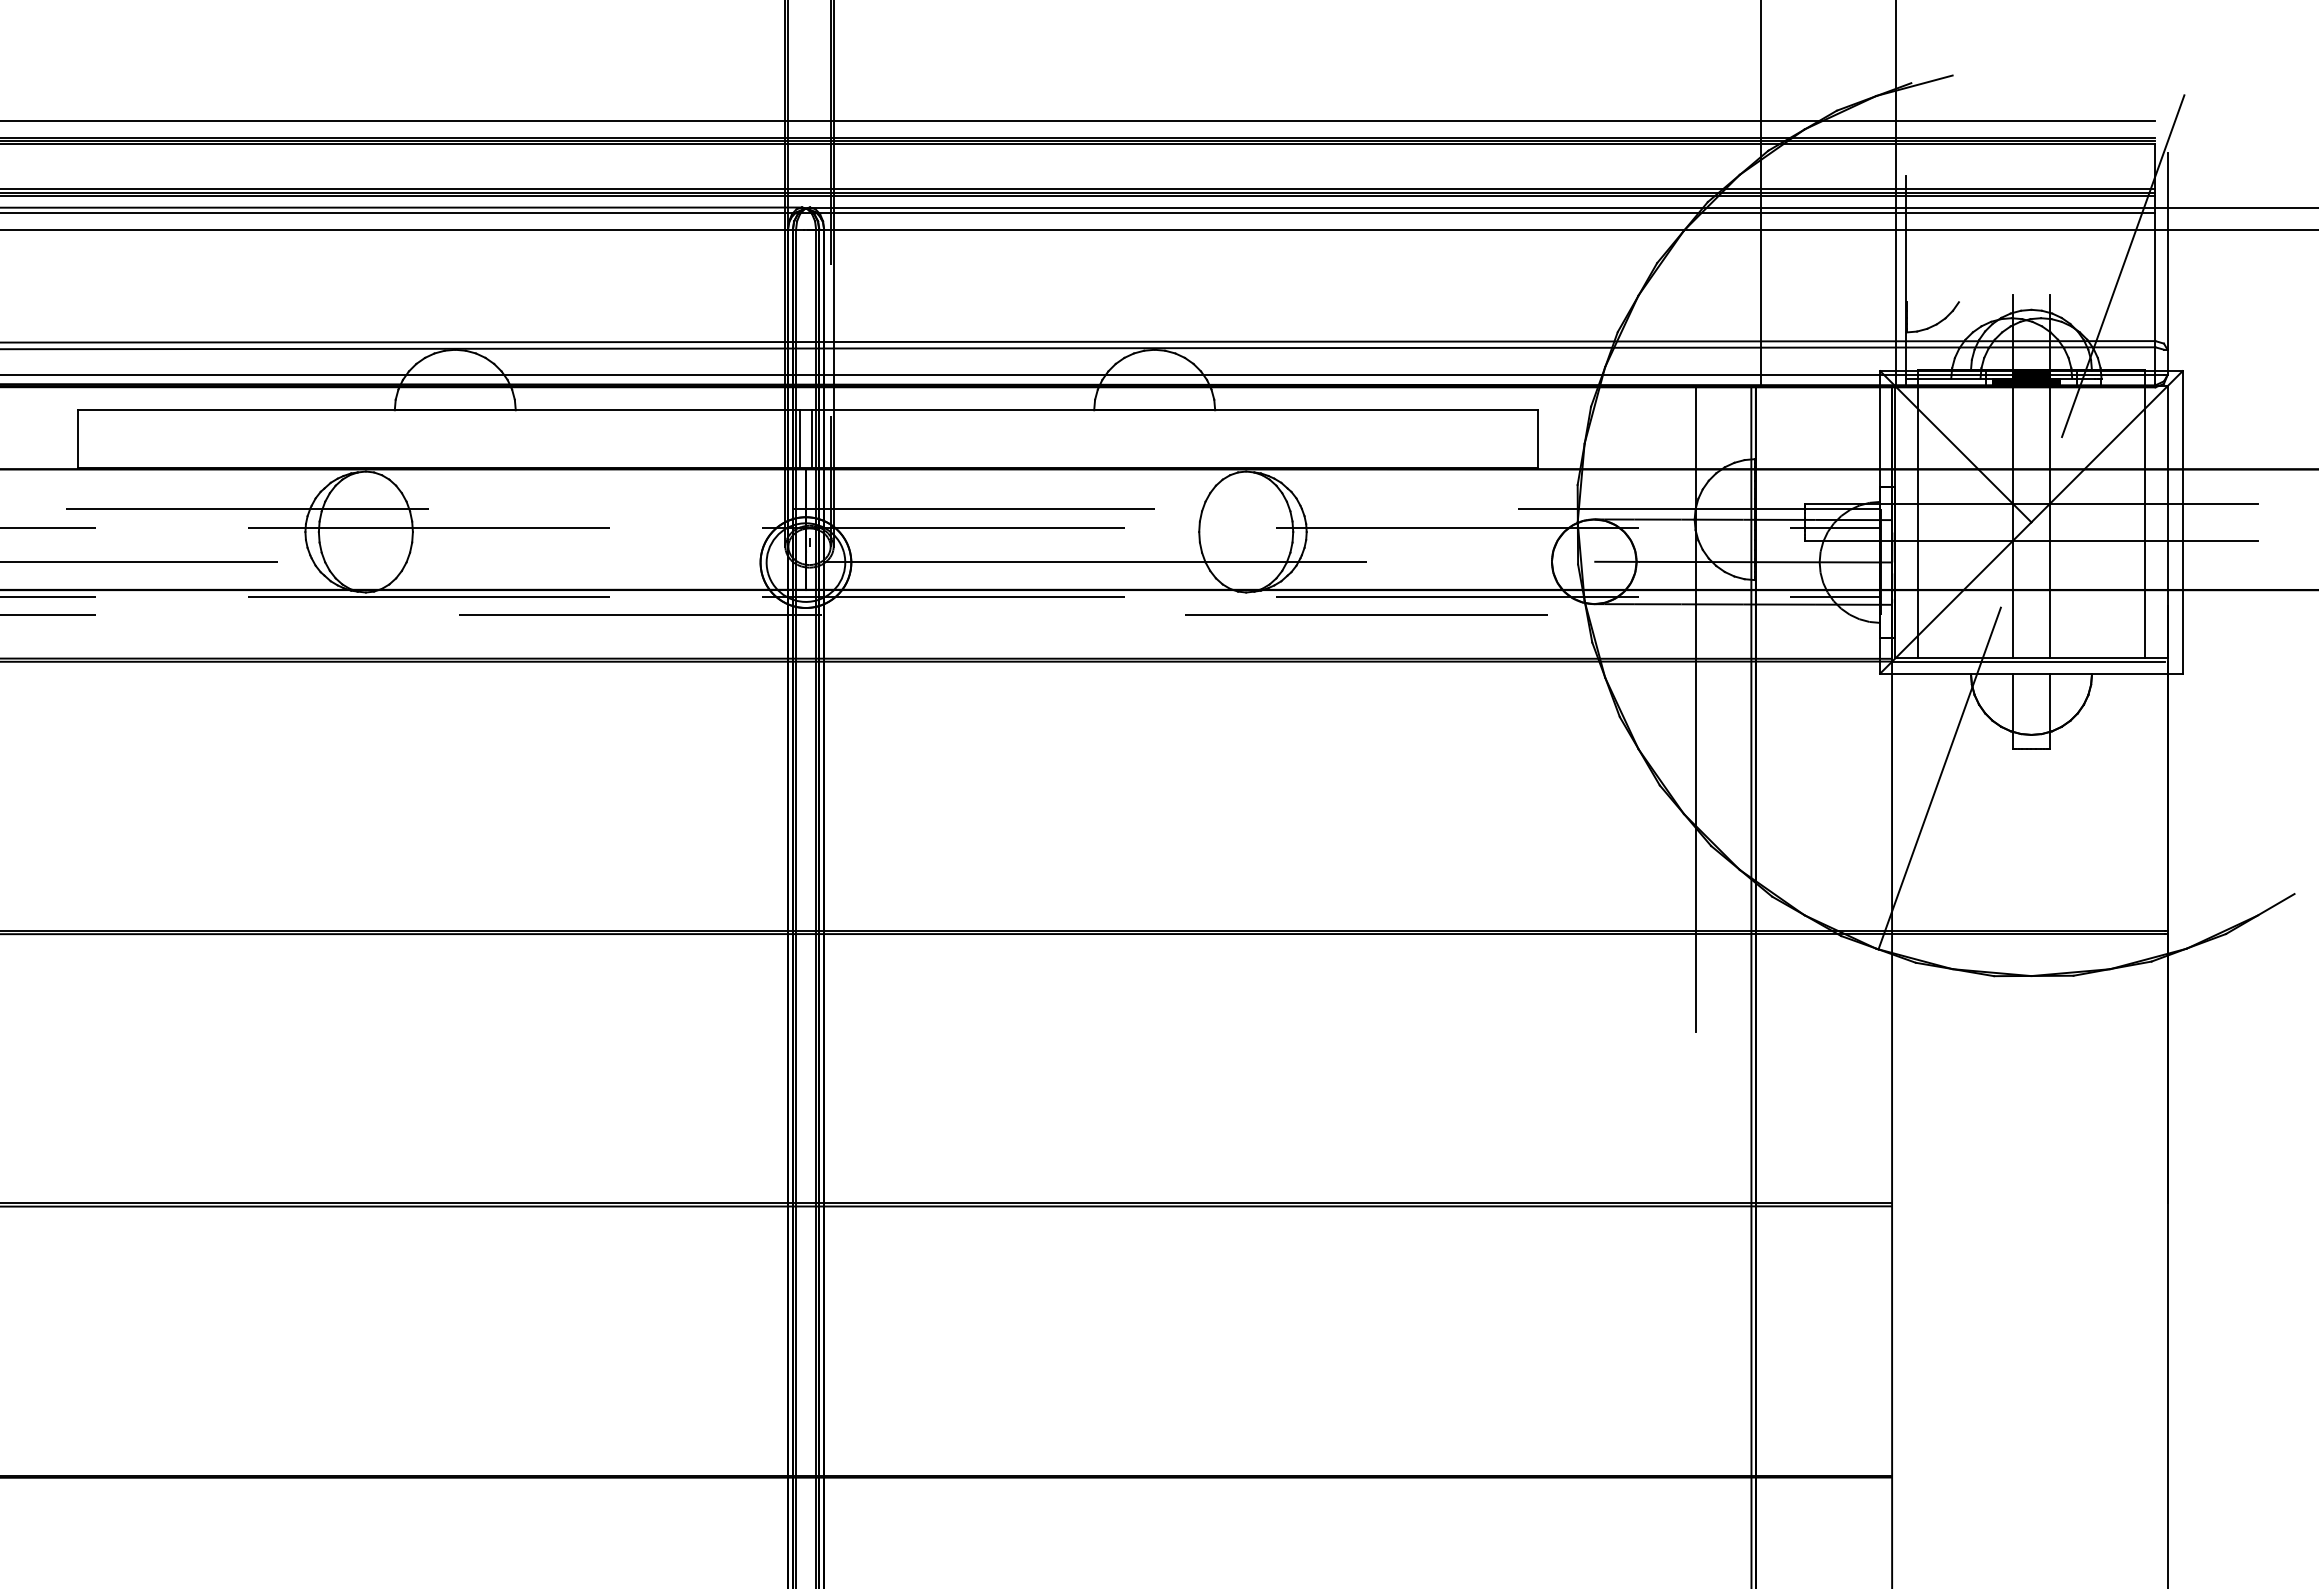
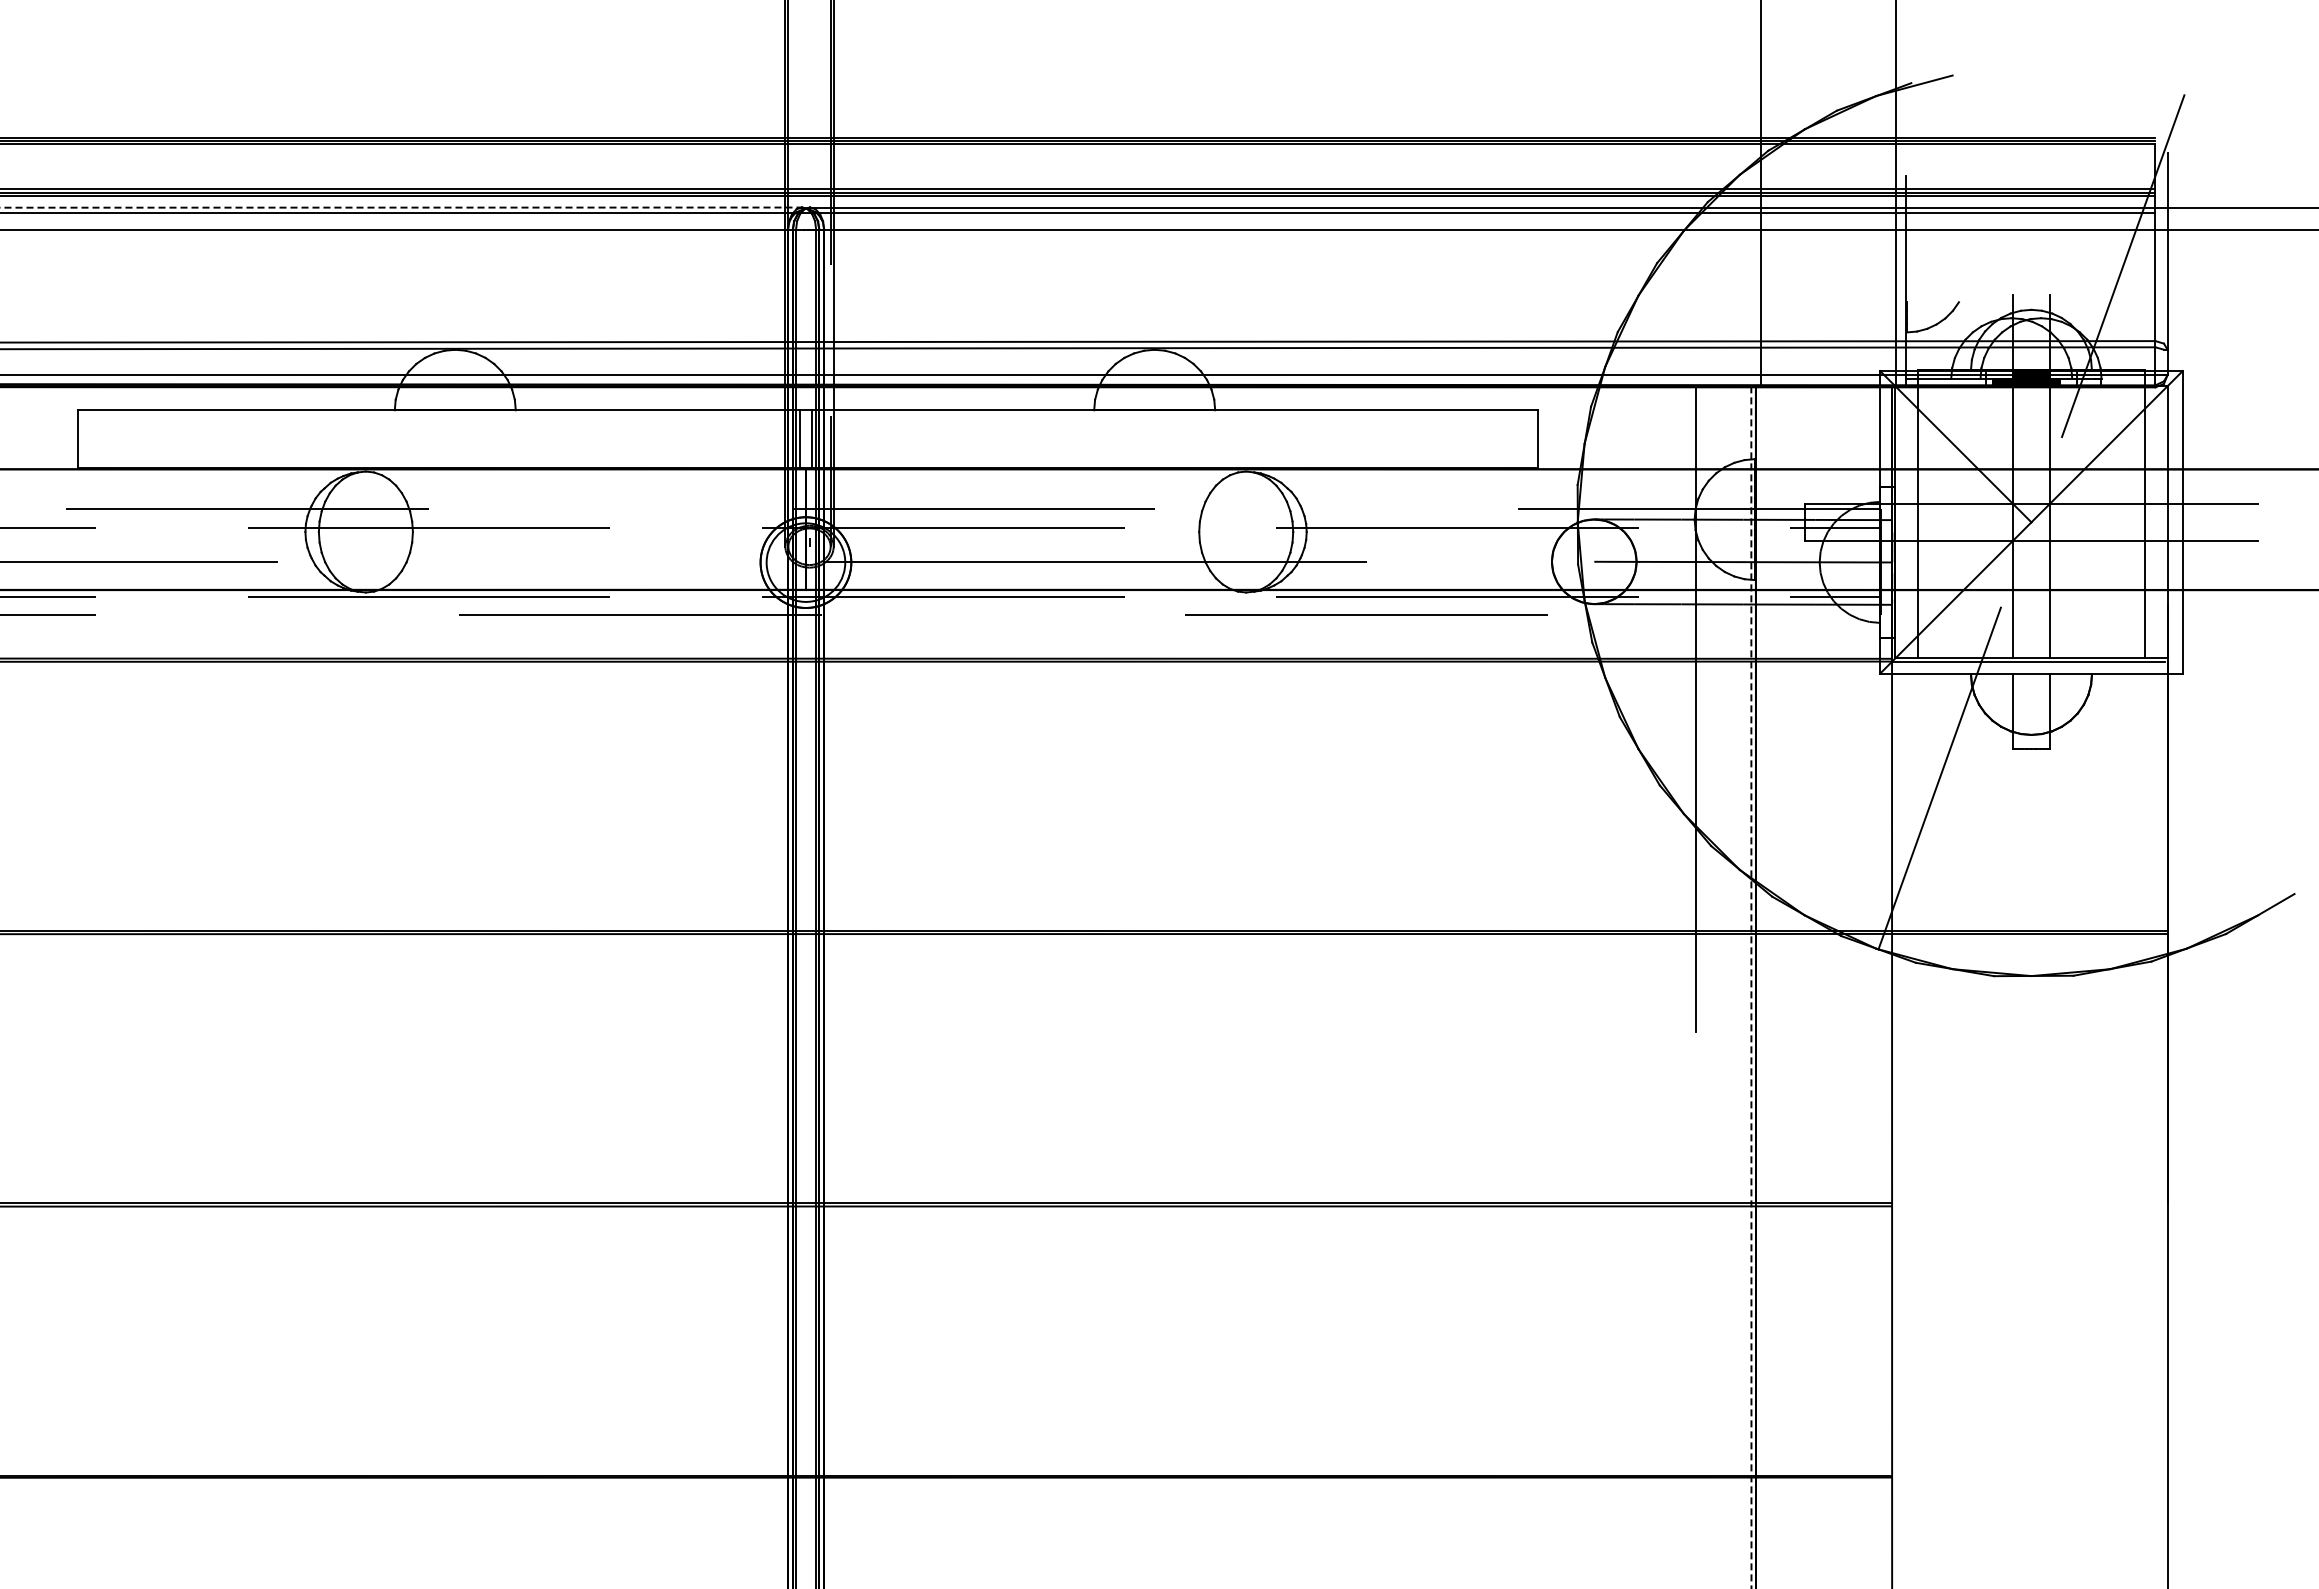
line at (1078, 120): present -> none
line at (401, 207): solid -> dashed
line at (1751, 987): solid -> dashed
